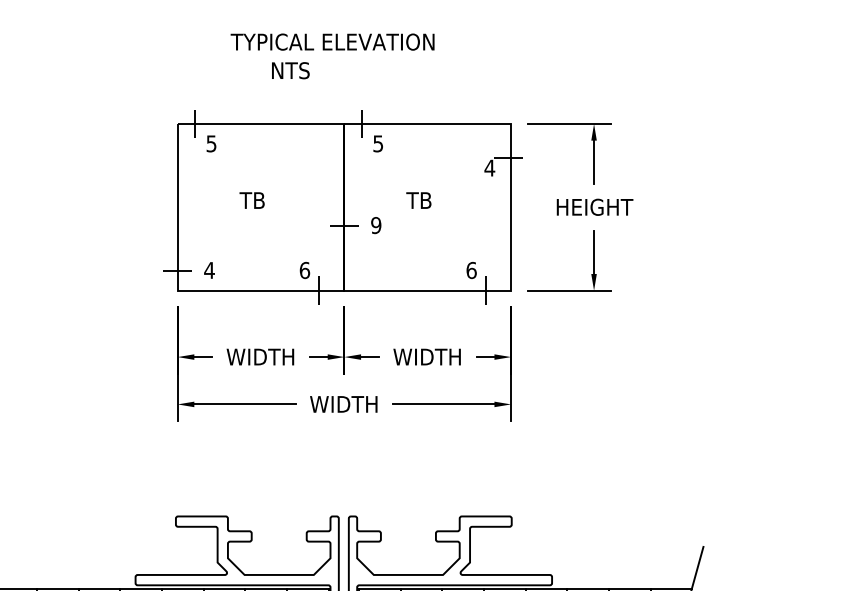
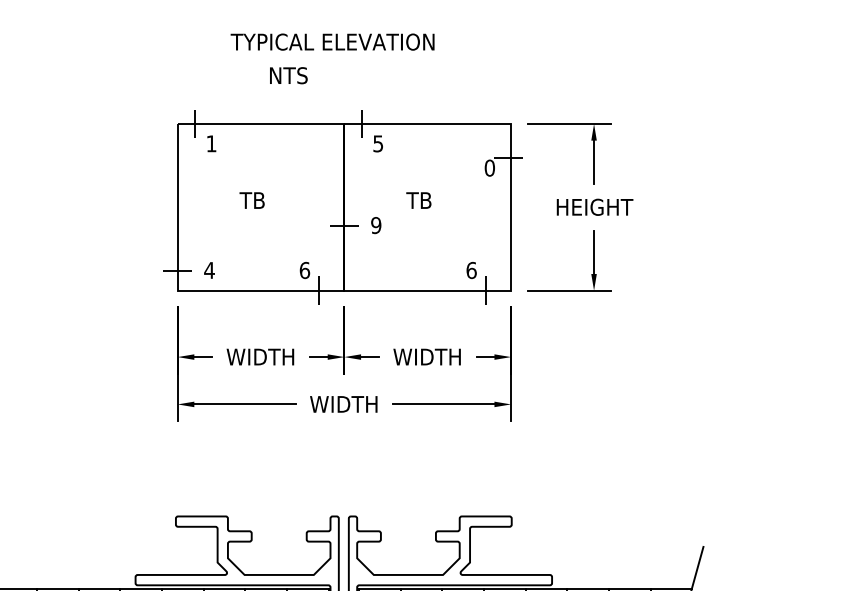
text at (290, 70) position: (290, 70) -> (288, 75)
text at (211, 143): 5 -> 1
text at (489, 167): 4 -> 0
